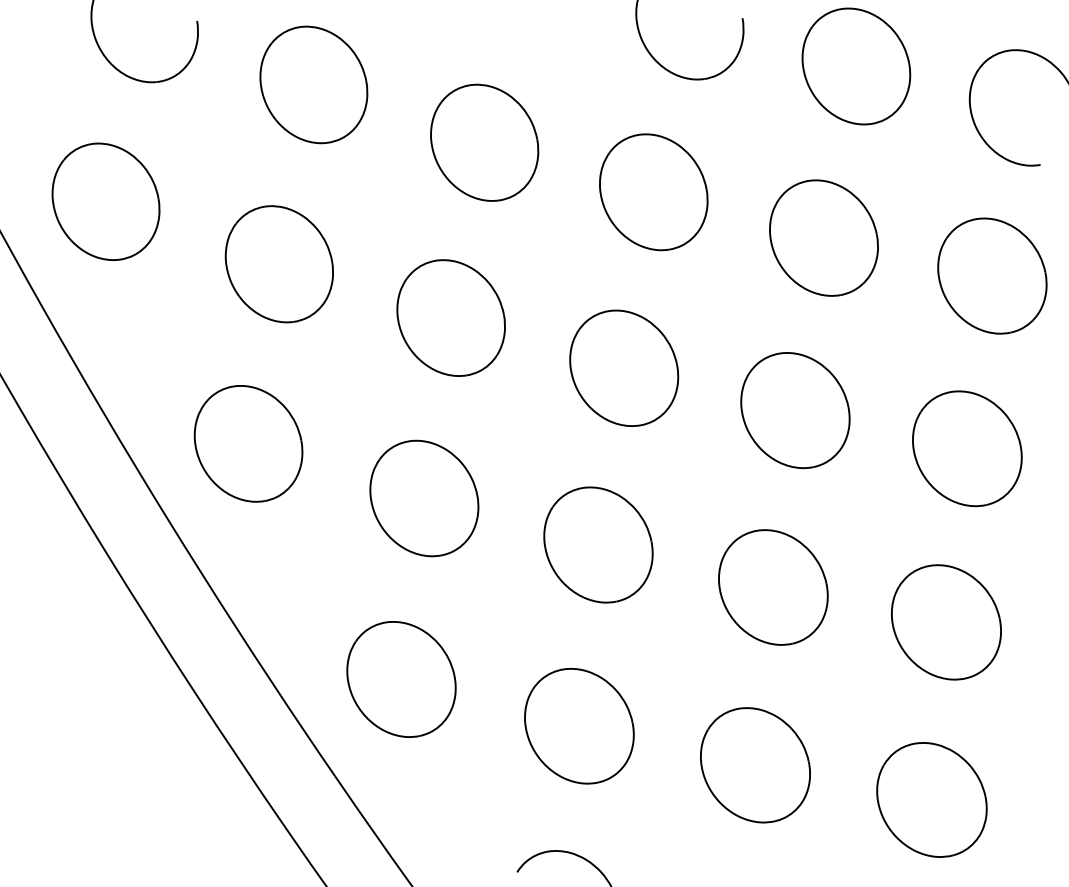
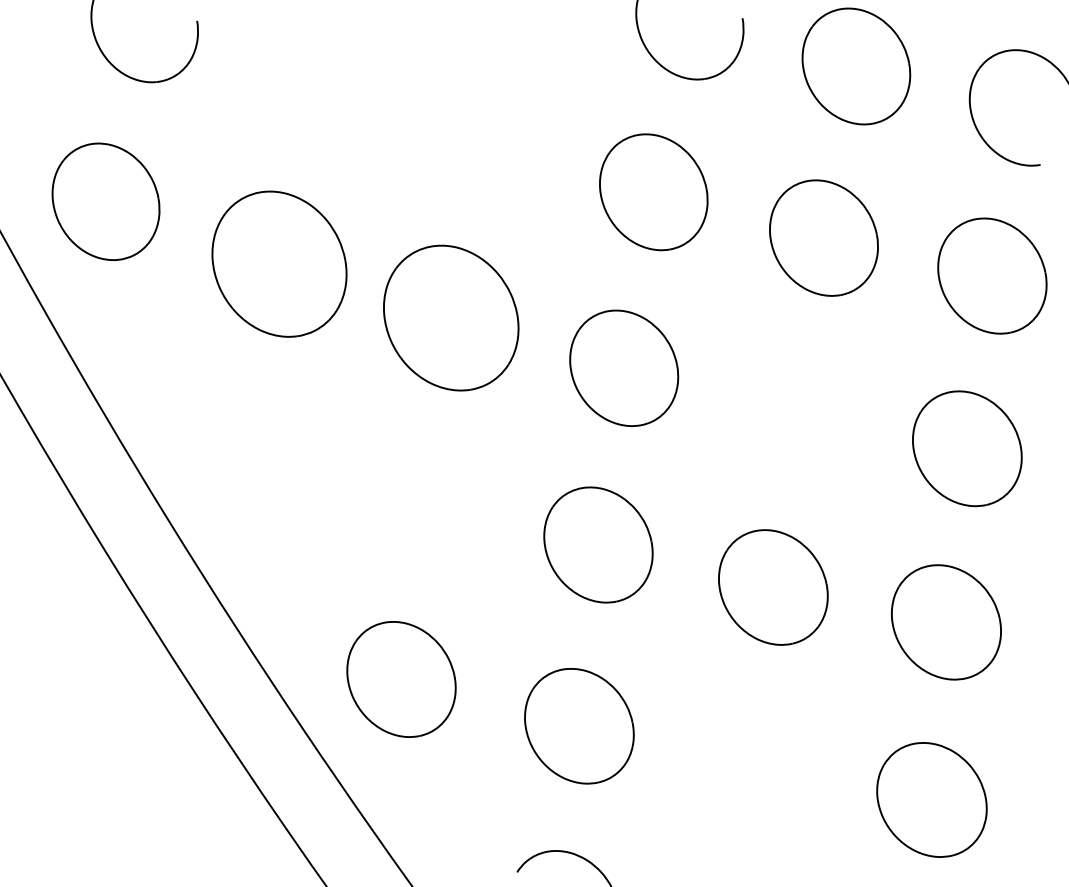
part at (313, 84): present -> none
part at (484, 142): present -> none
part at (278, 264) size: 110x119 px -> 137x148 px
part at (450, 317) size: 110x118 px -> 137x148 px
part at (795, 410): present -> none
part at (248, 443): present -> none
part at (424, 498): present -> none
part at (755, 765): present -> none
